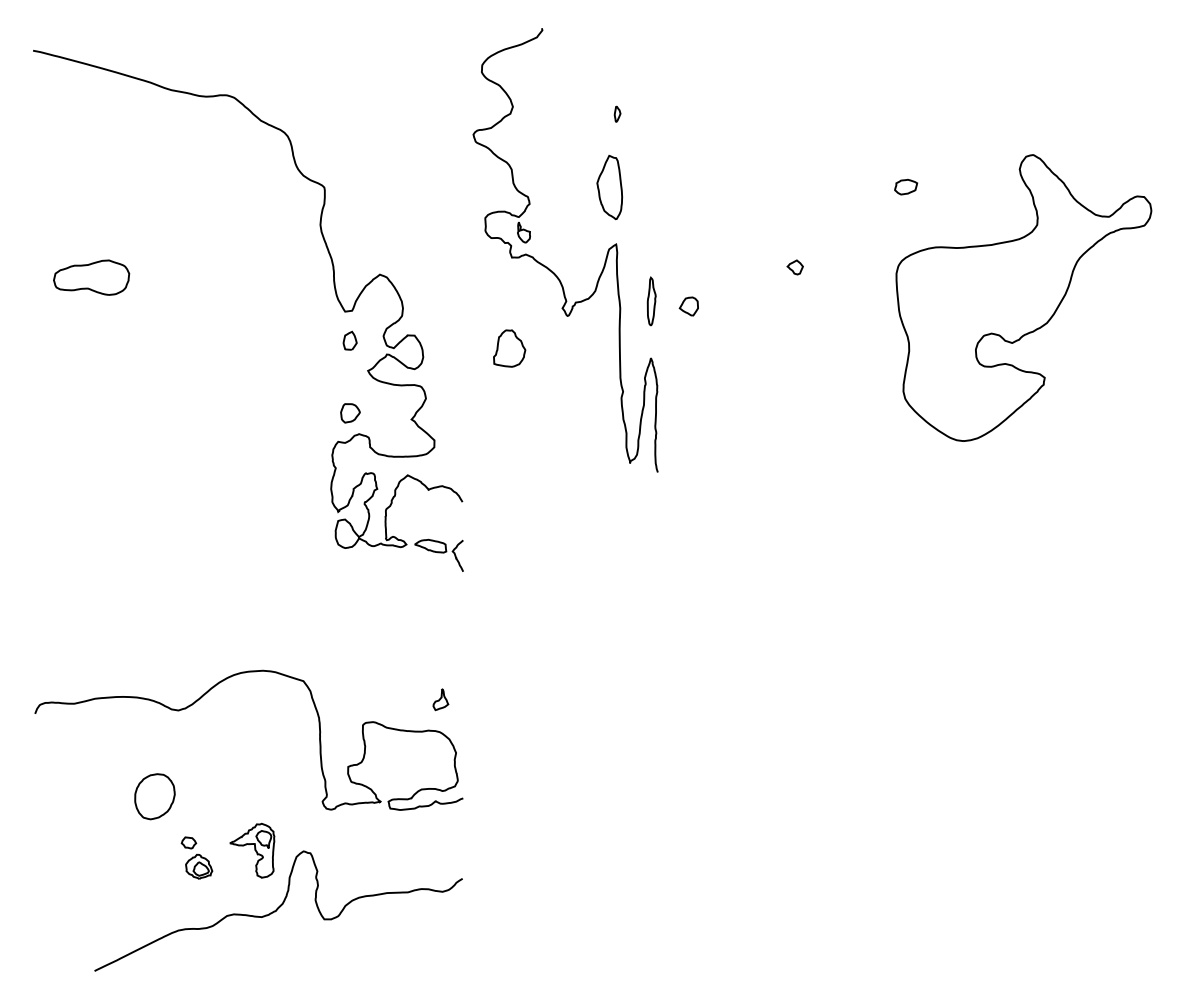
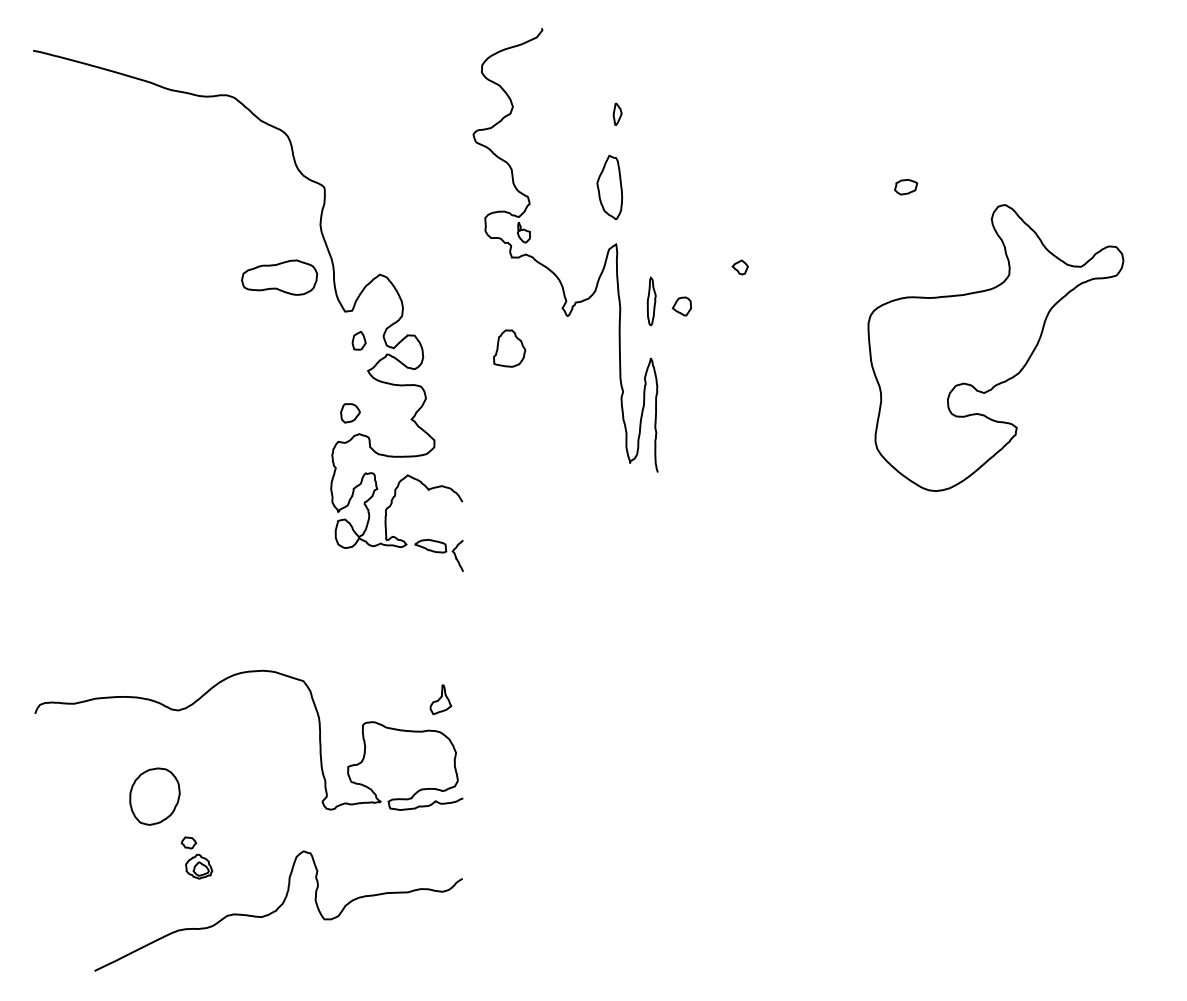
part at (617, 113) size: 9x18 px -> 11x24 px
part at (794, 267) position: (794, 267) -> (739, 267)
part at (91, 277) position: (91, 277) -> (279, 277)
part at (1023, 297) position: (1023, 297) -> (995, 347)
part at (688, 306) position: (688, 306) -> (681, 306)
part at (349, 340) position: (349, 340) -> (358, 340)
part at (440, 699) size: 18x24 px -> 24x32 px
part at (154, 796) size: 42x48 px -> 52x59 px
part at (252, 850): present -> none
